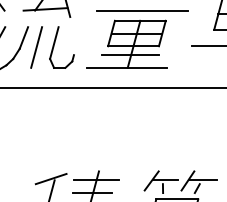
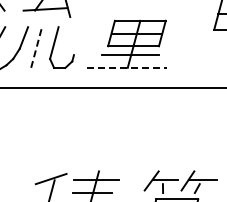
line at (142, 10): present -> none
line at (207, 46): present -> none
line at (36, 47): solid -> dashed
line at (127, 67): solid -> dashed
